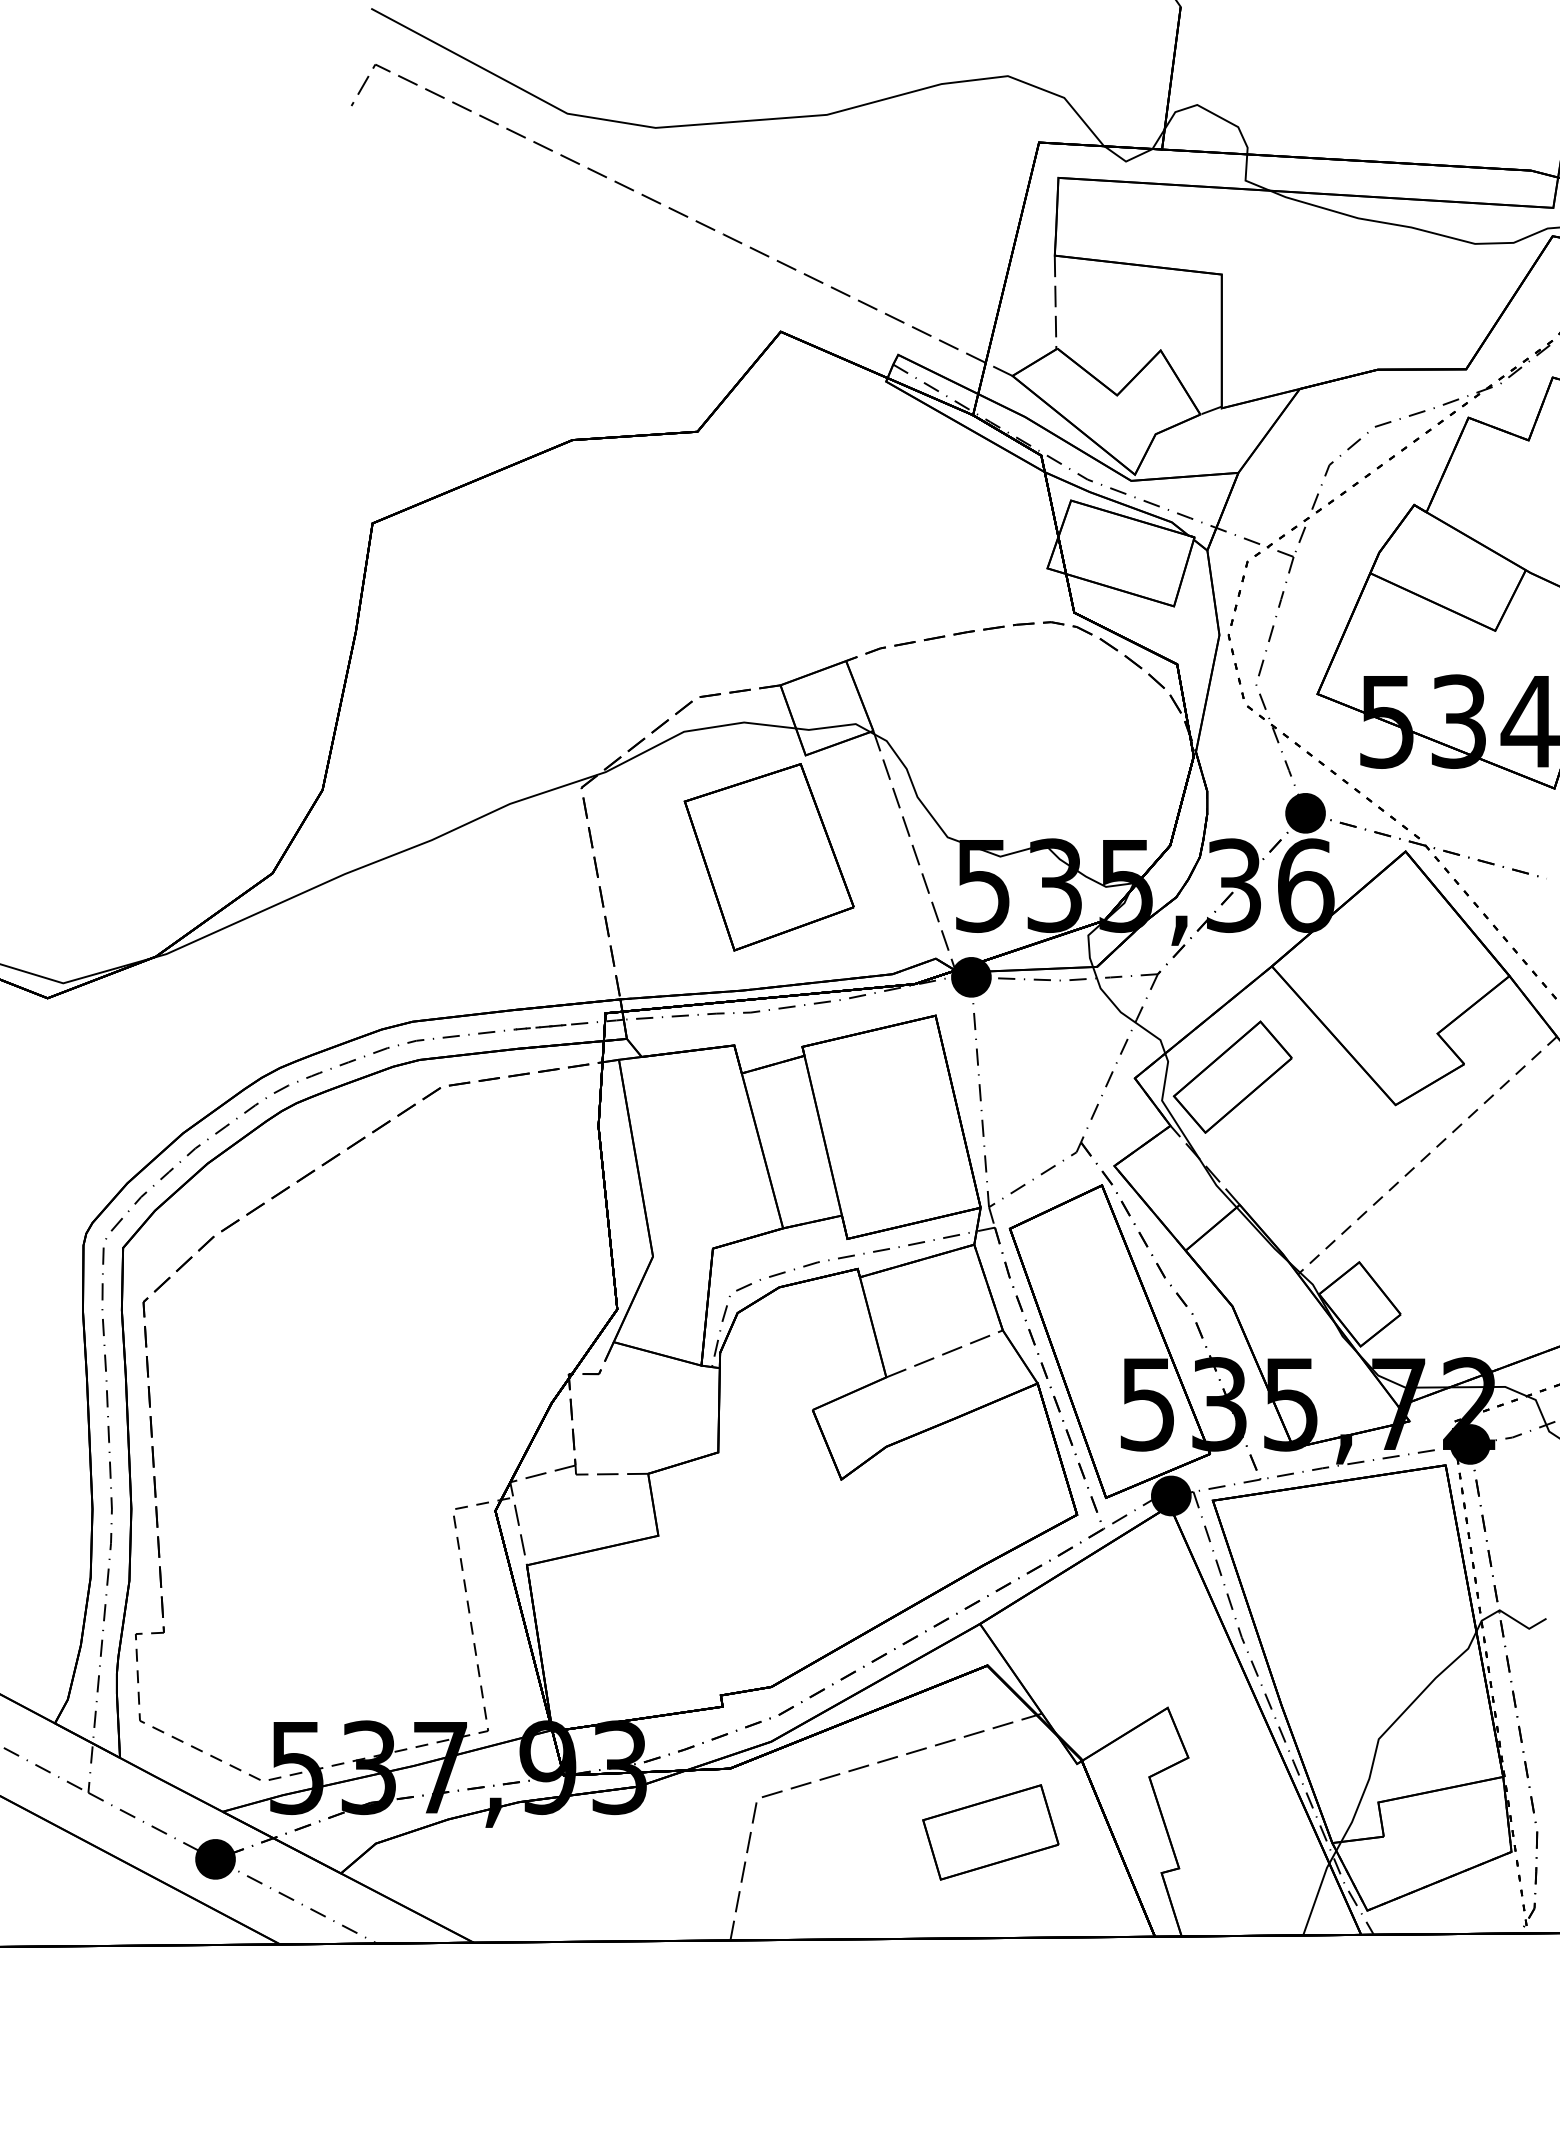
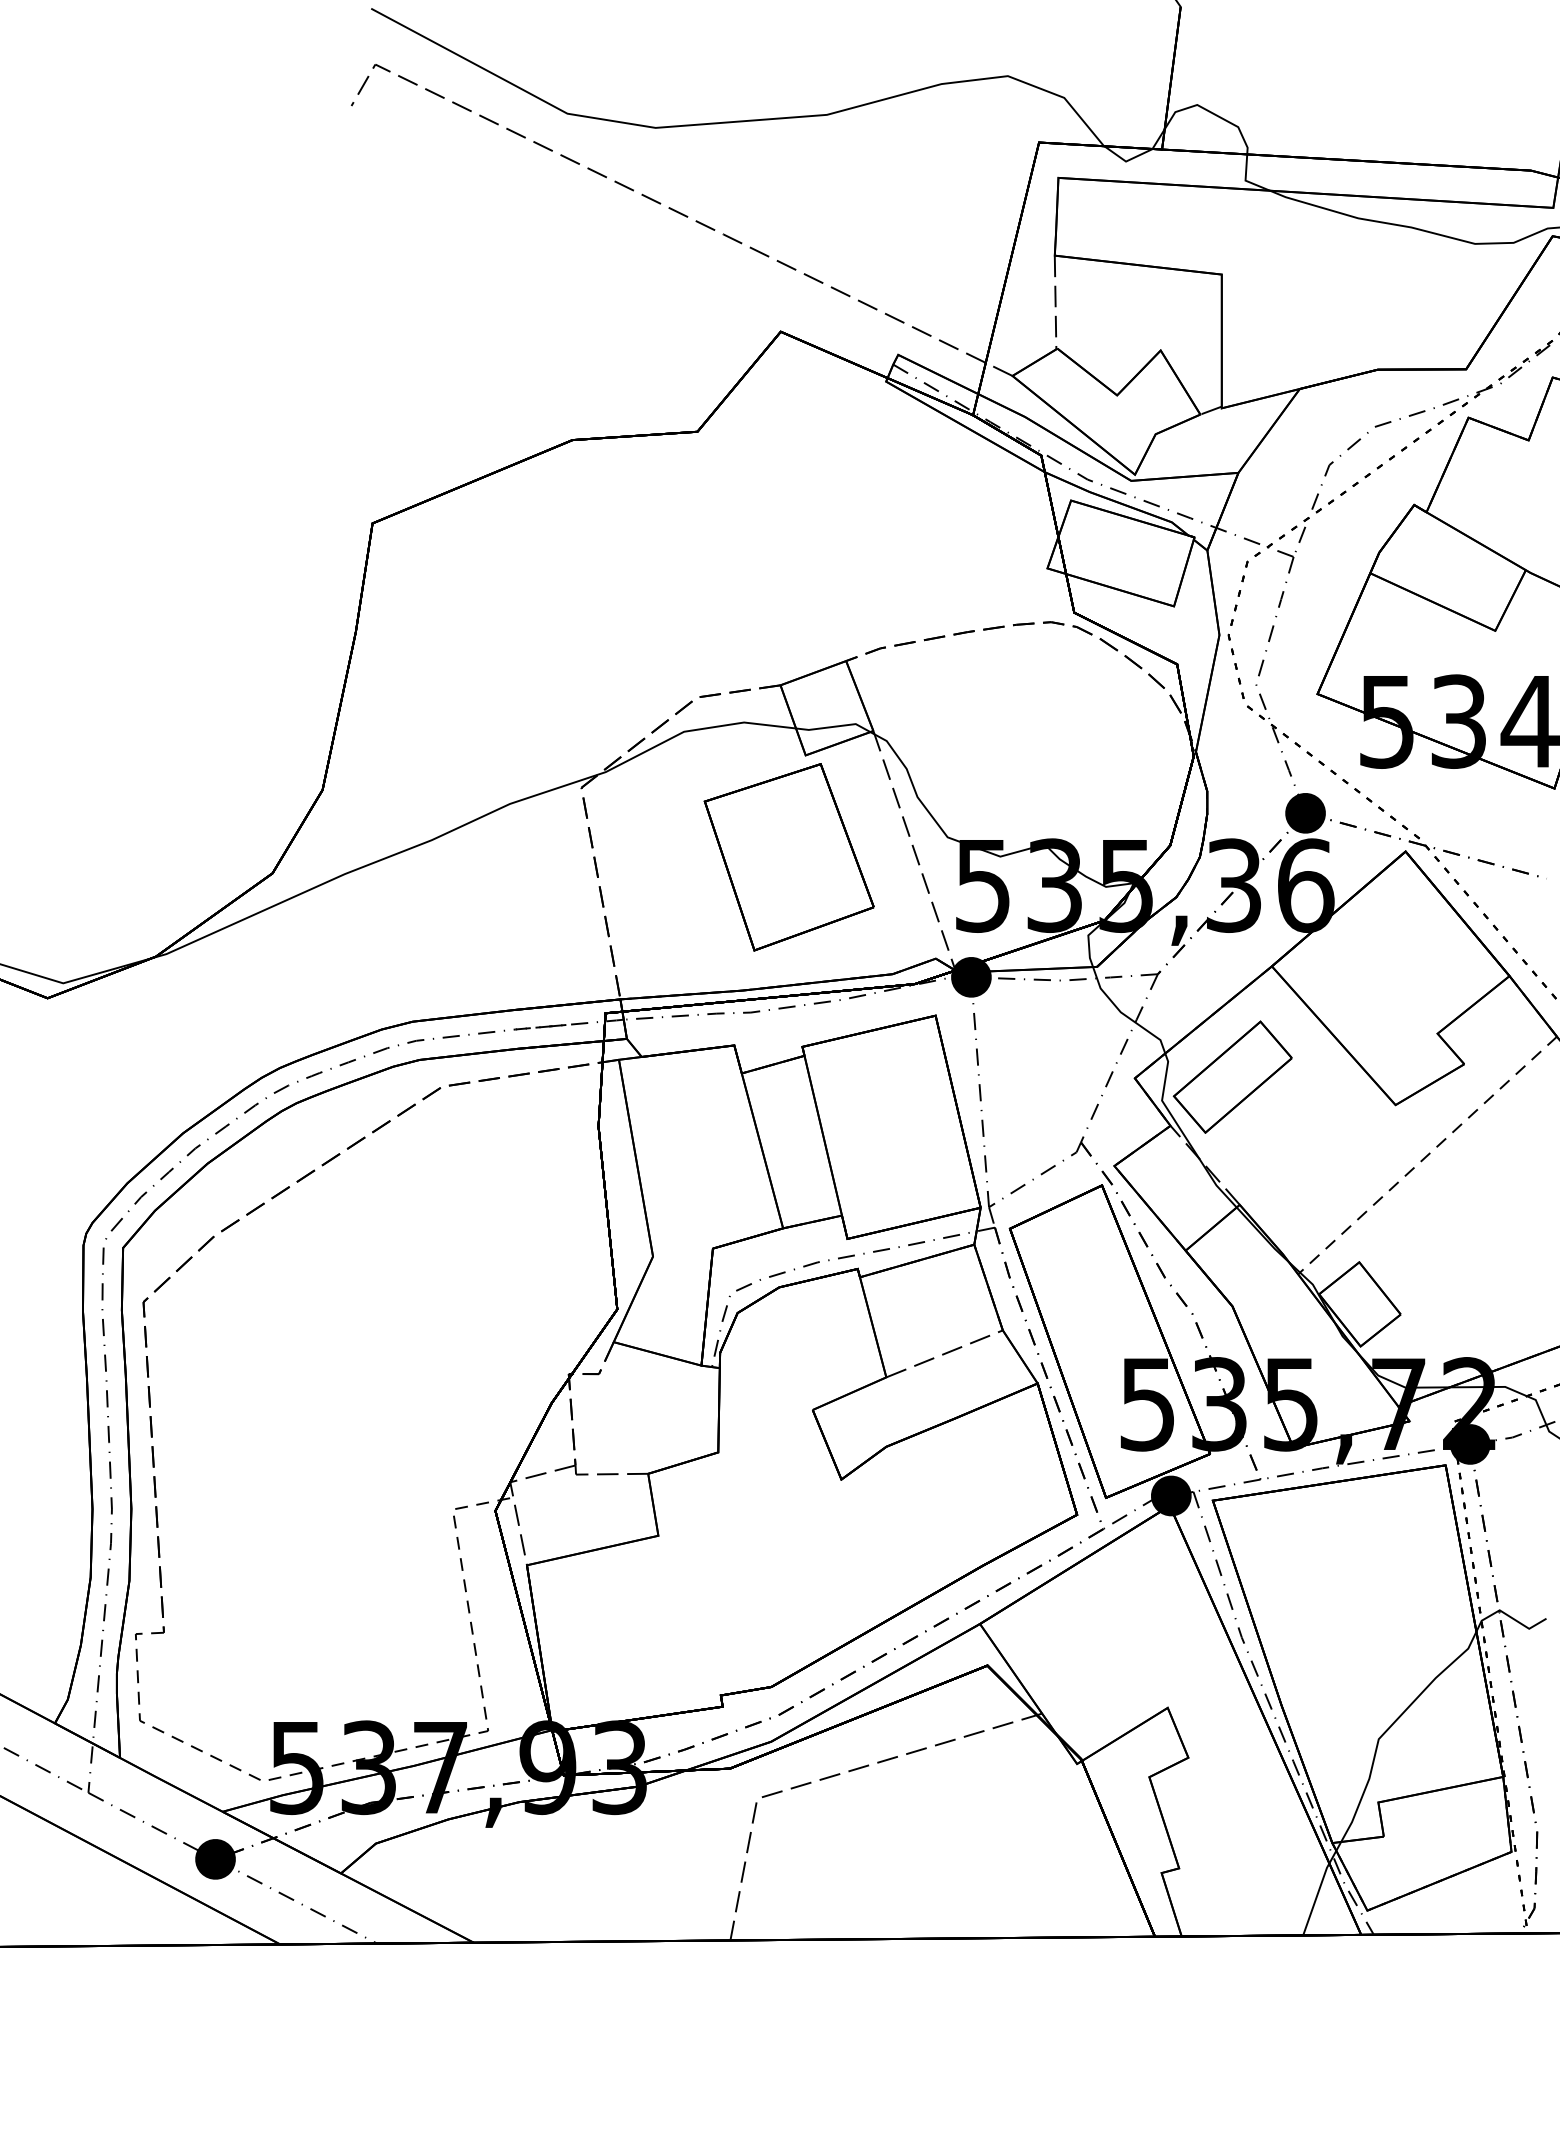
part at (768, 857) position: (768, 857) -> (788, 857)
part at (990, 1832): present -> none
